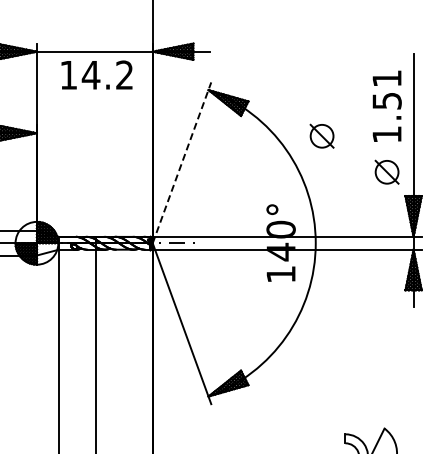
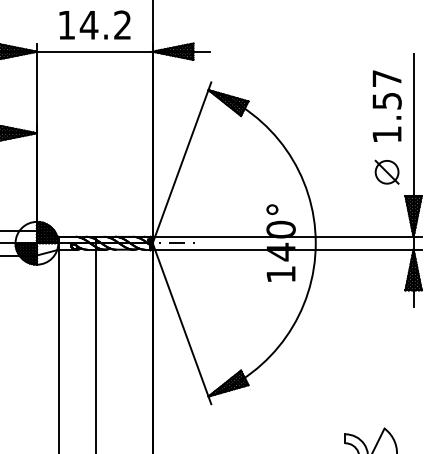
text at (96, 74) position: (96, 74) -> (94, 24)
text at (386, 78): 1.51 -> 1.57
part at (321, 135): present -> none
line at (182, 162): dashed -> solid
